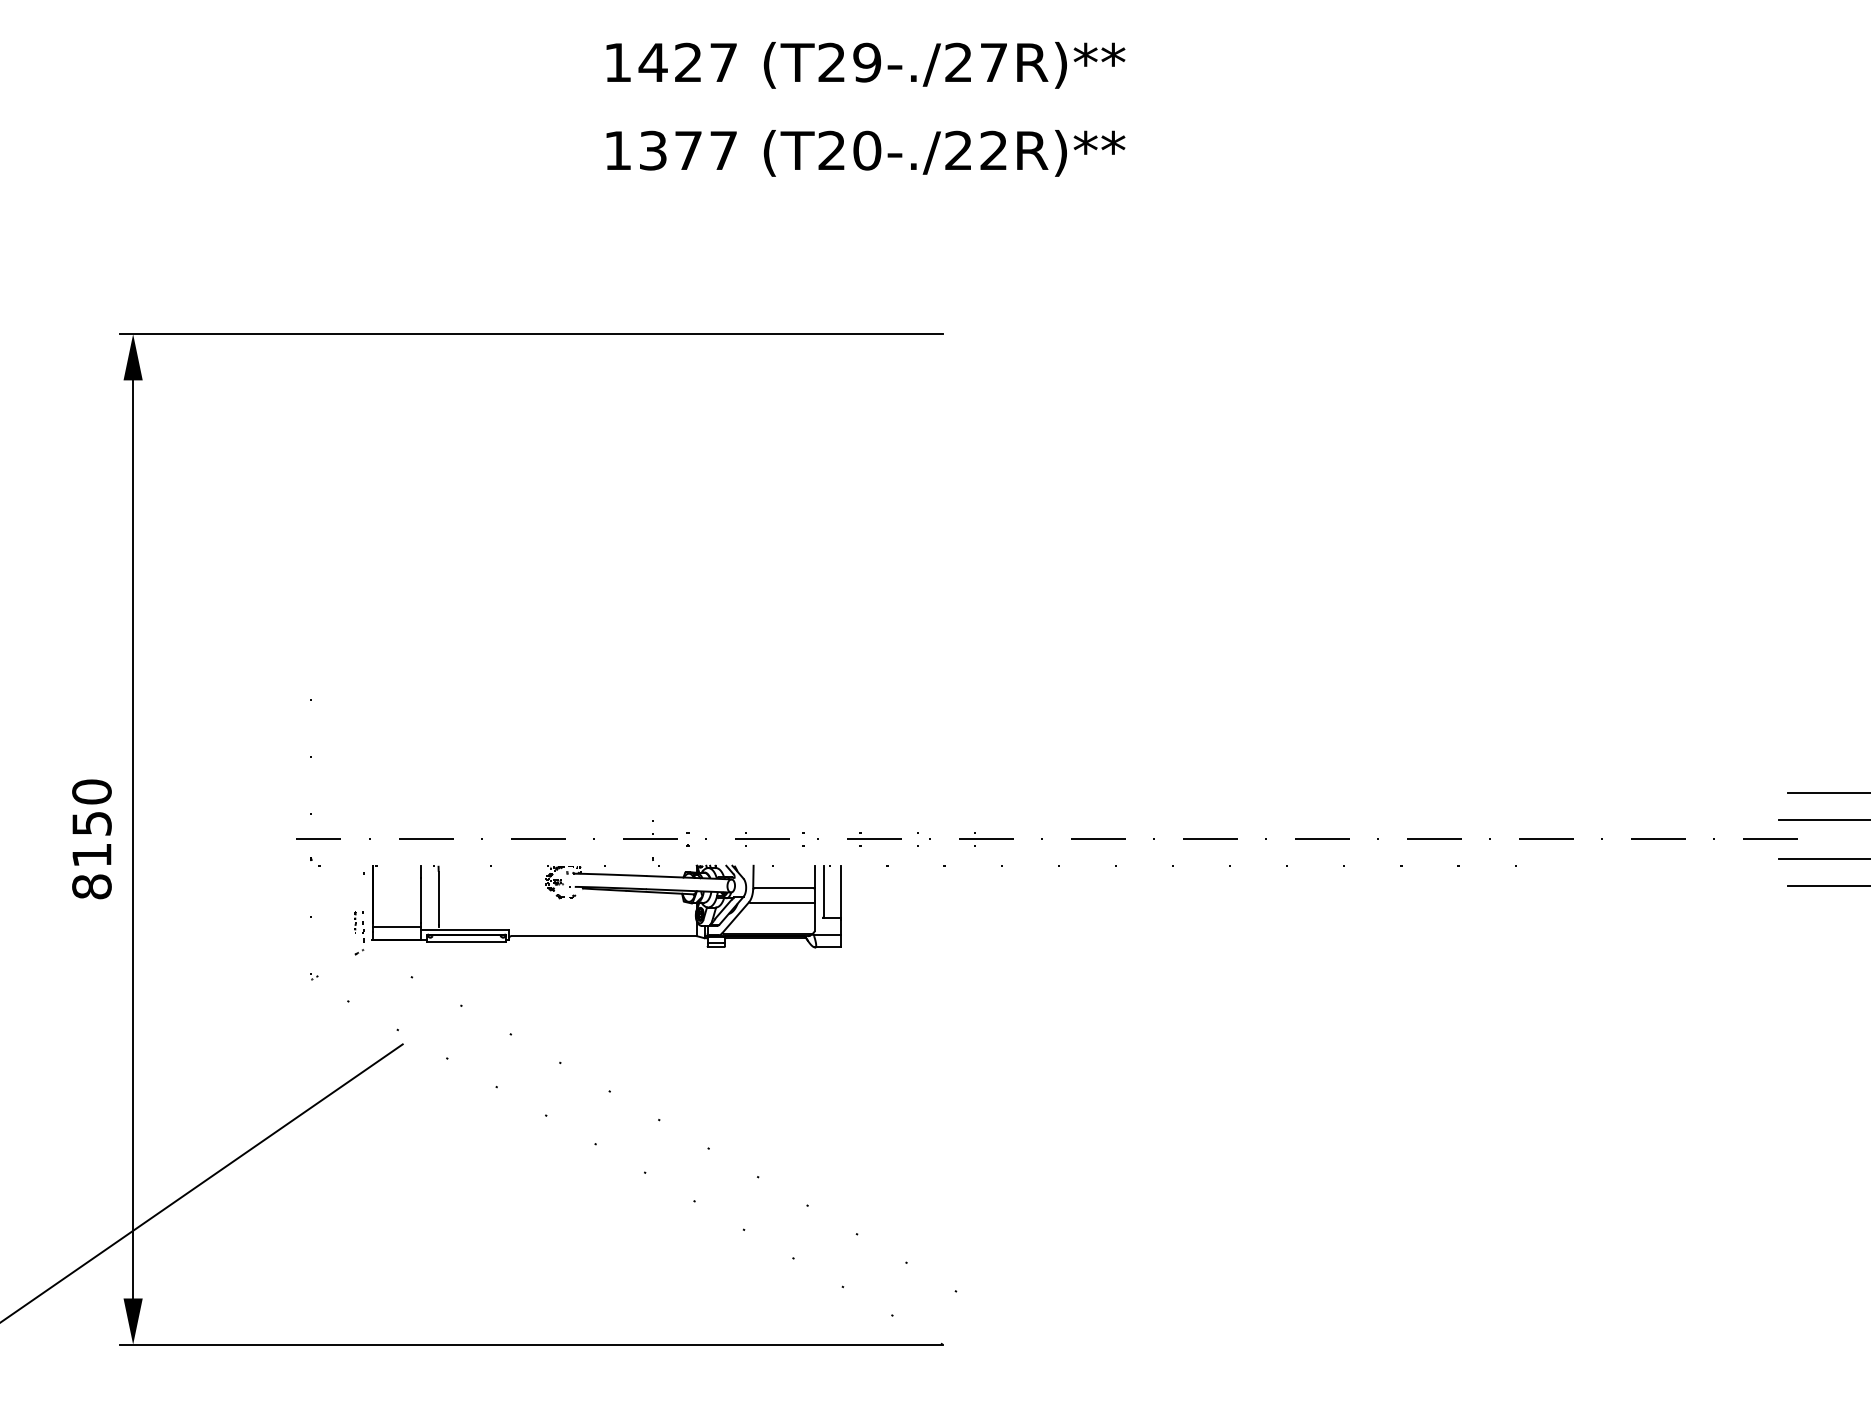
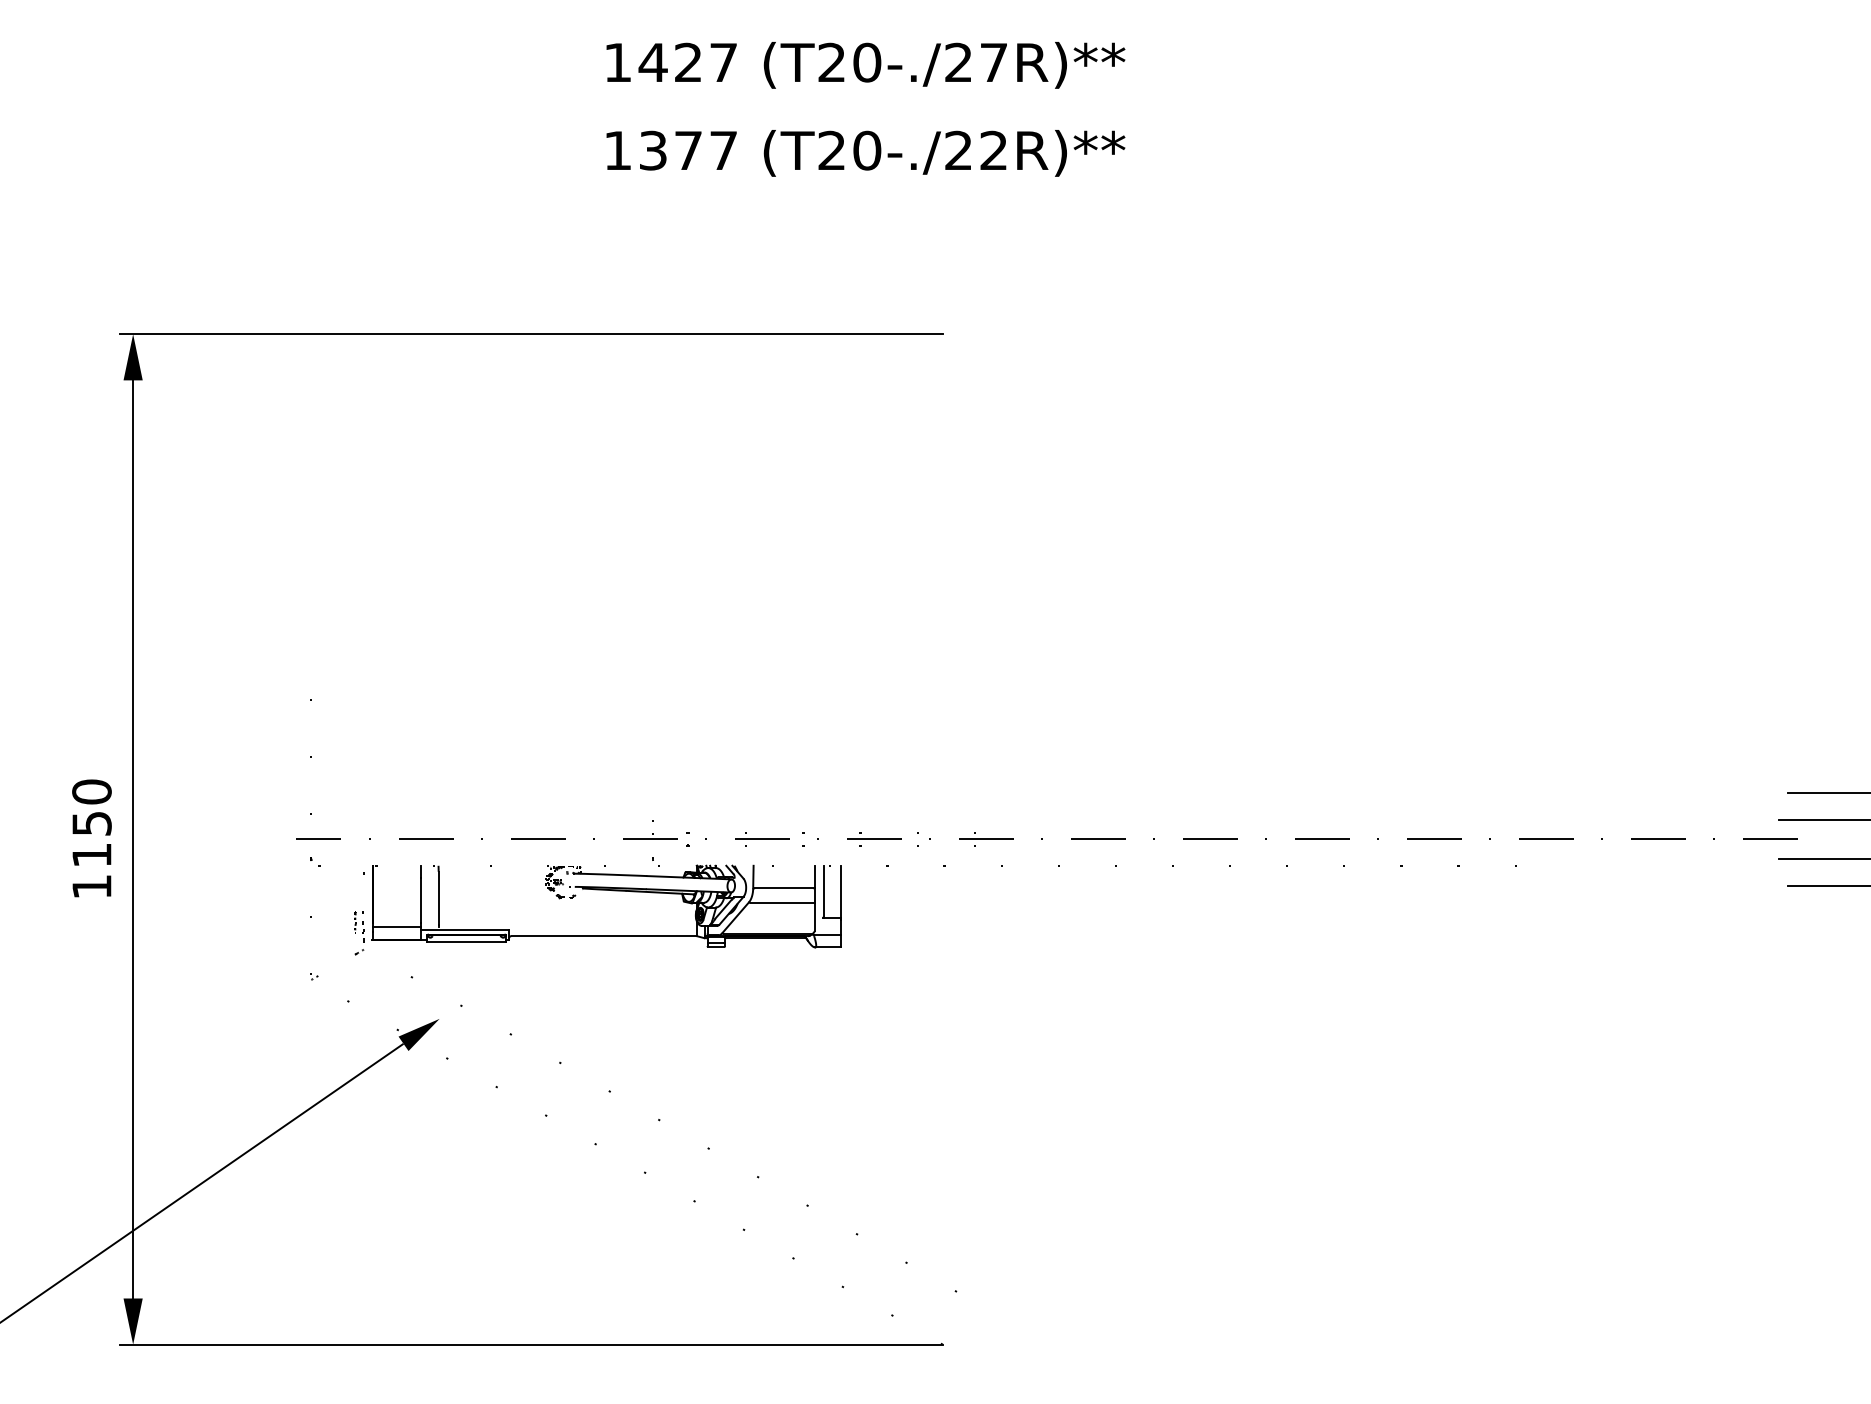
text at (867, 62): (T29-./27R)** -> (T20-./27R)**
text at (91, 886): 8150 -> 1150
fill at (418, 1034): none -> present
